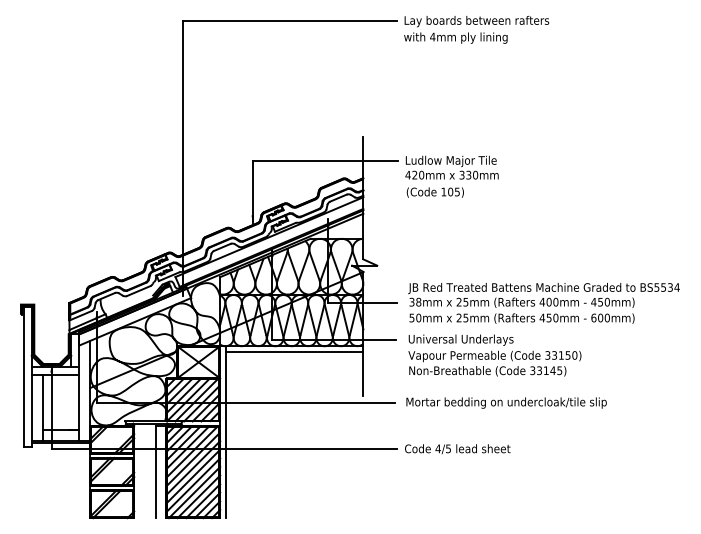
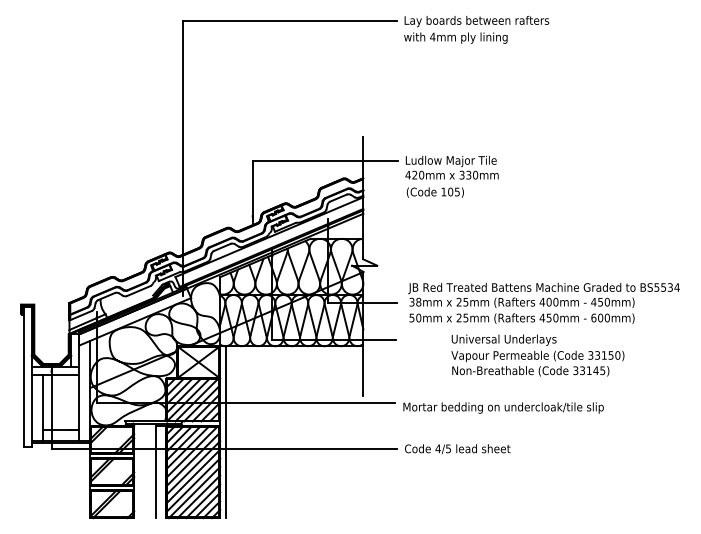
line at (294, 351): present -> none
text at (494, 355) position: (494, 355) -> (537, 355)
text at (506, 402) position: (506, 402) -> (503, 407)
